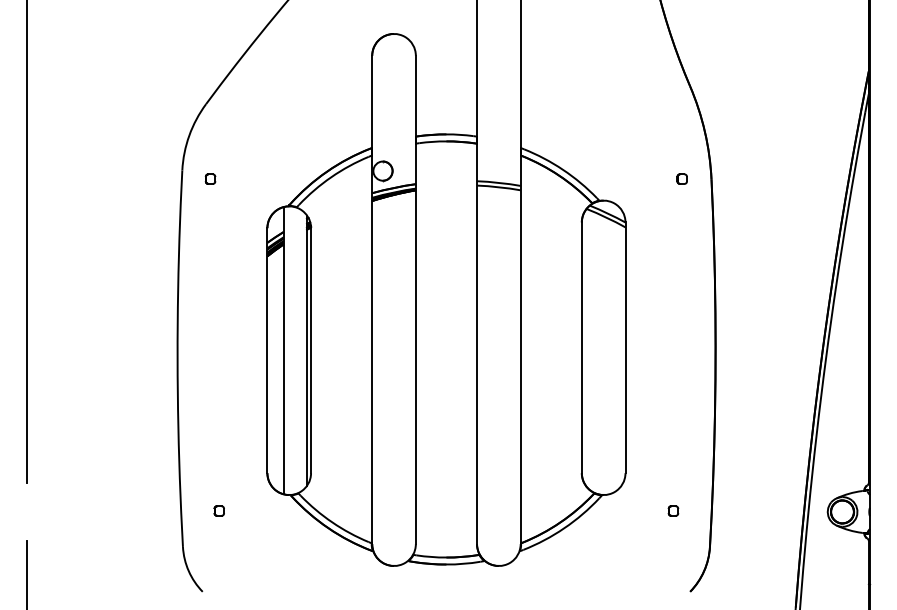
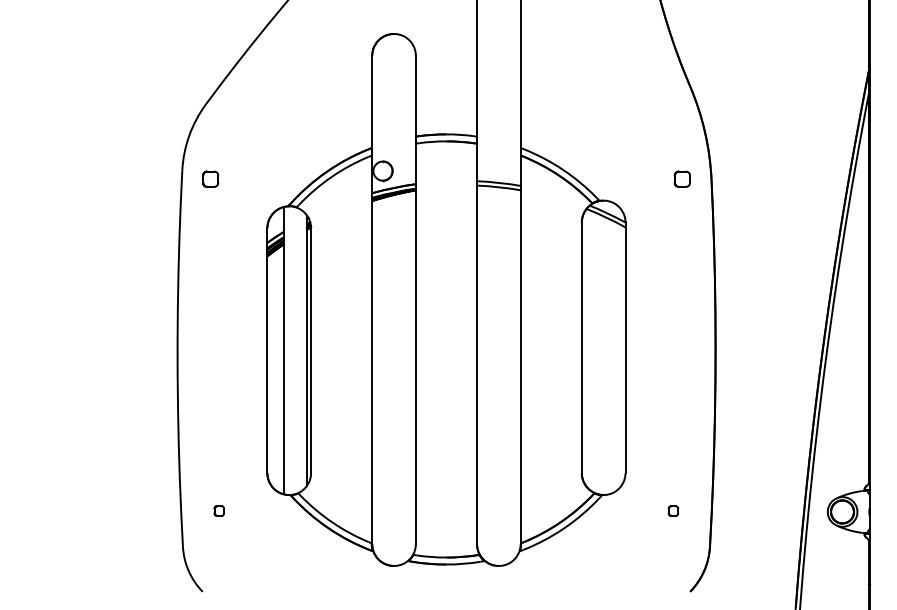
part at (210, 178) size: 13x12 px -> 18x18 px
part at (681, 178) size: 12x12 px -> 18x18 px
line at (26, 242): present -> none
line at (26, 573): present -> none
